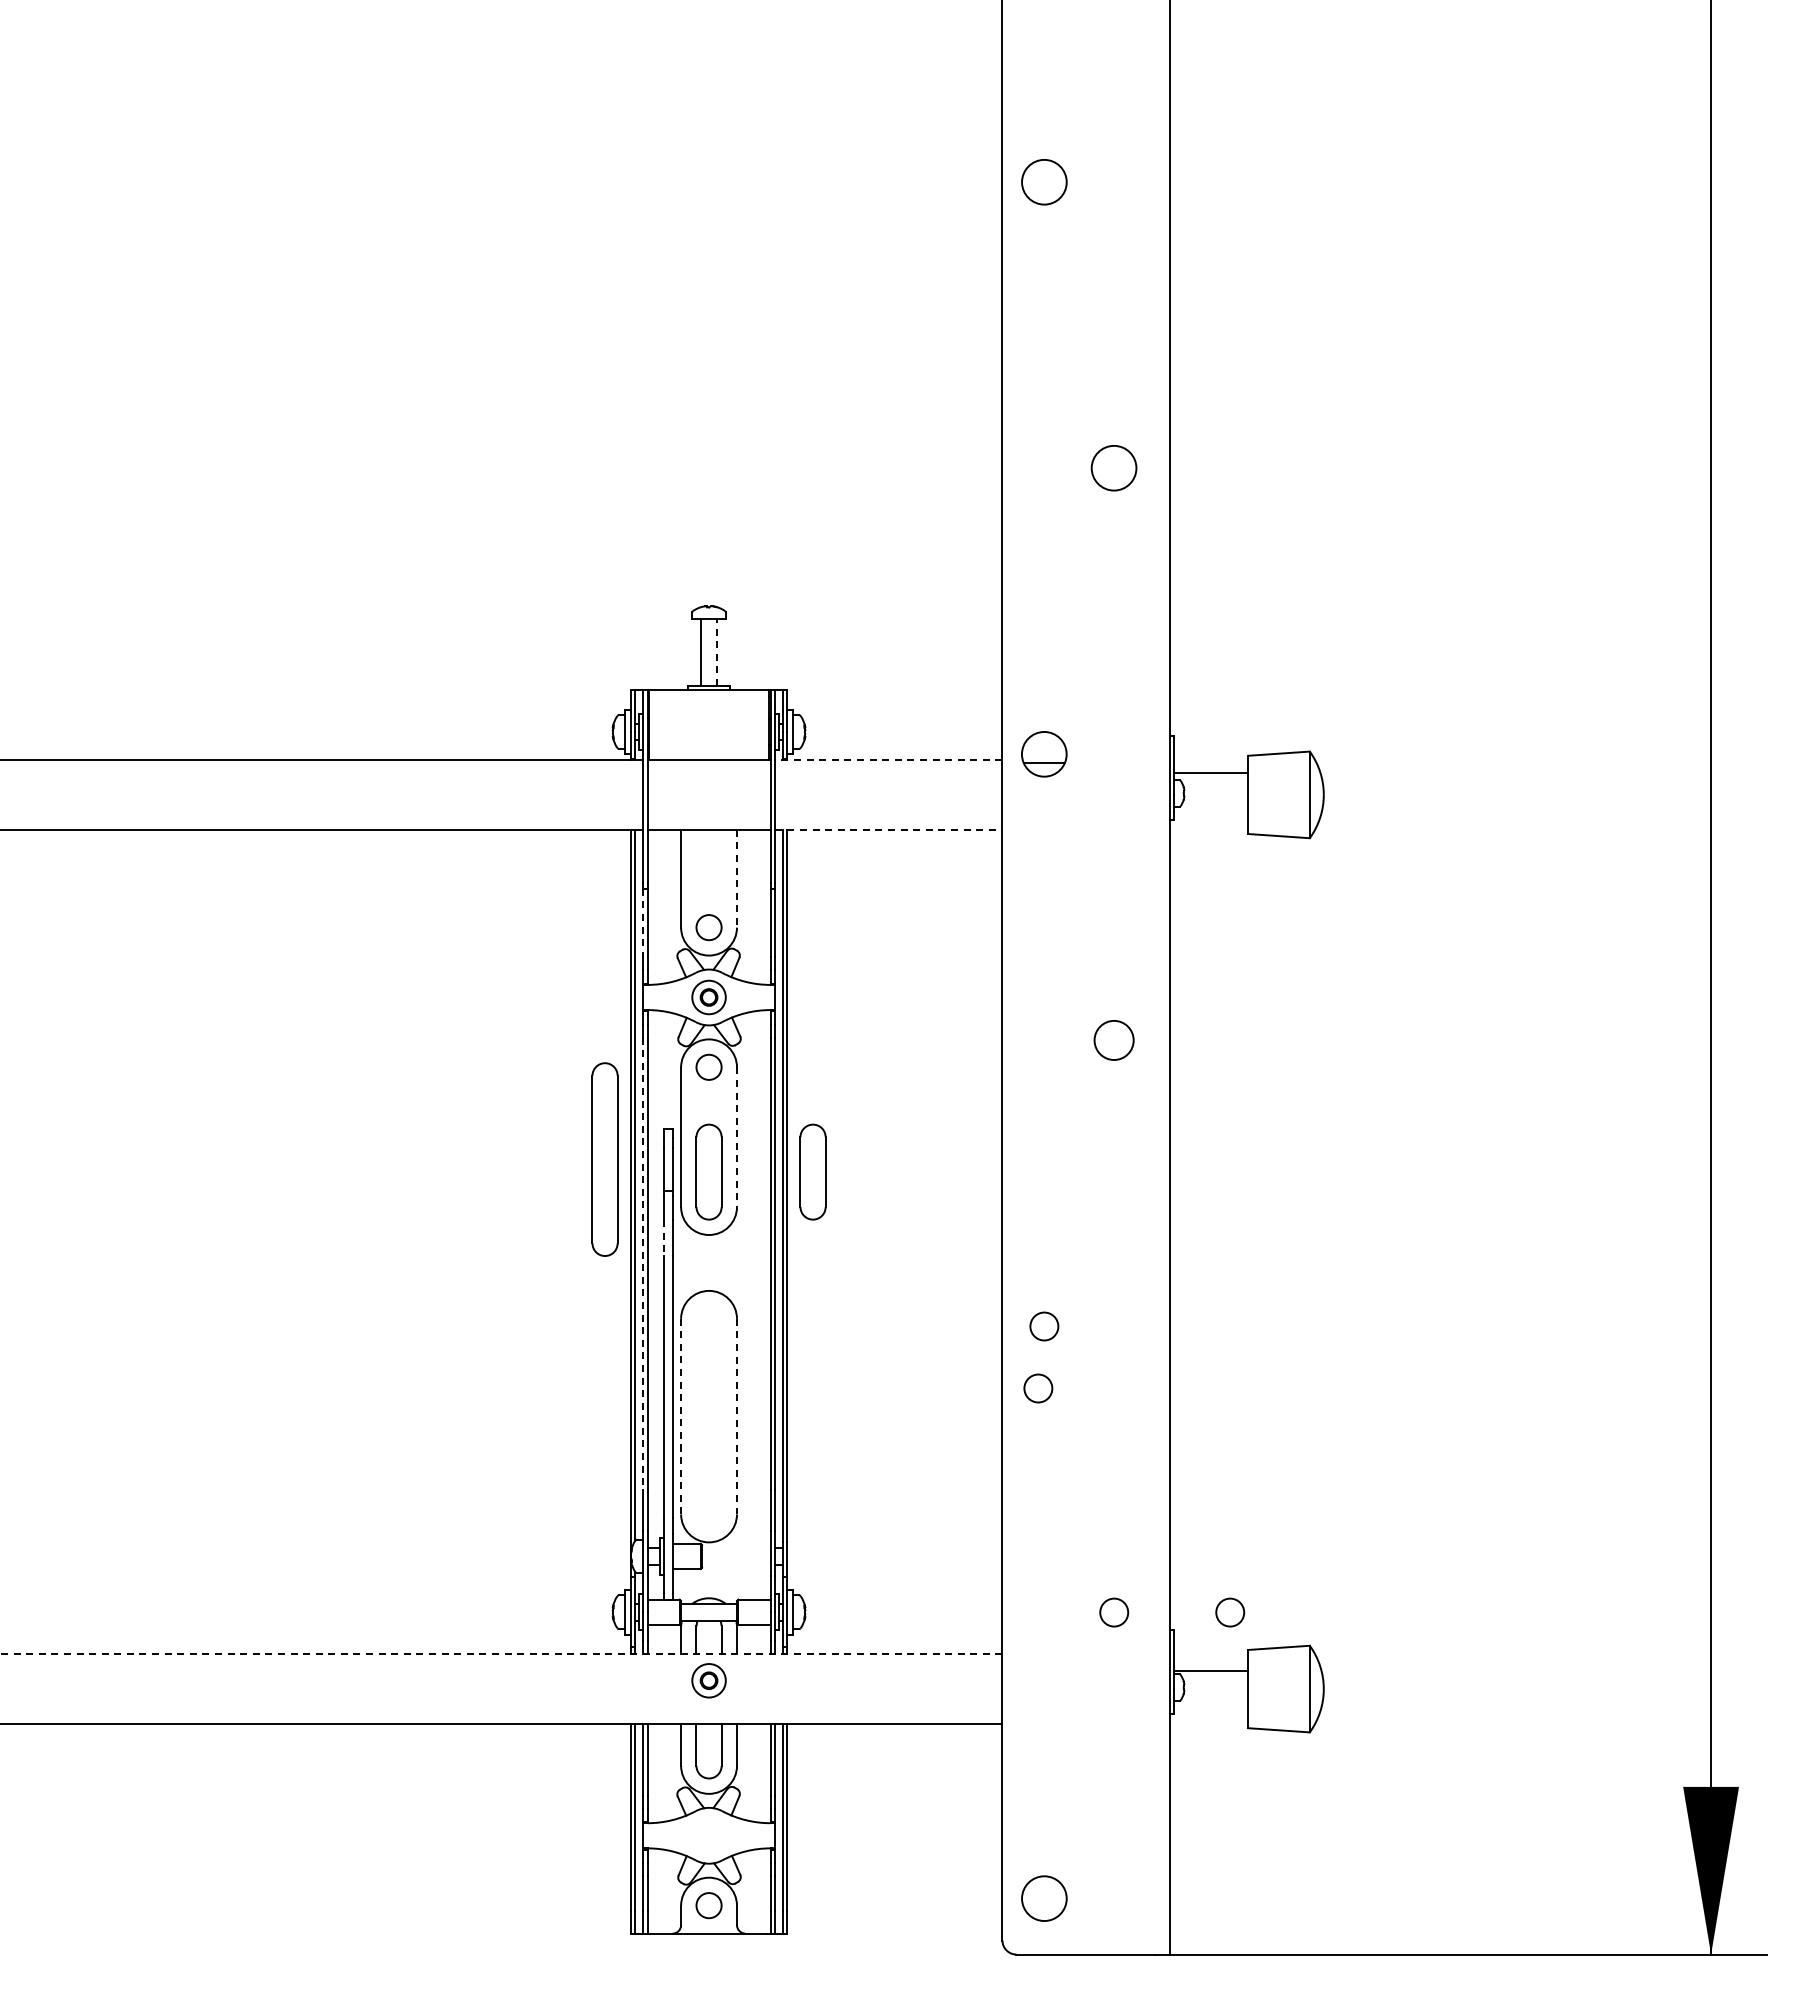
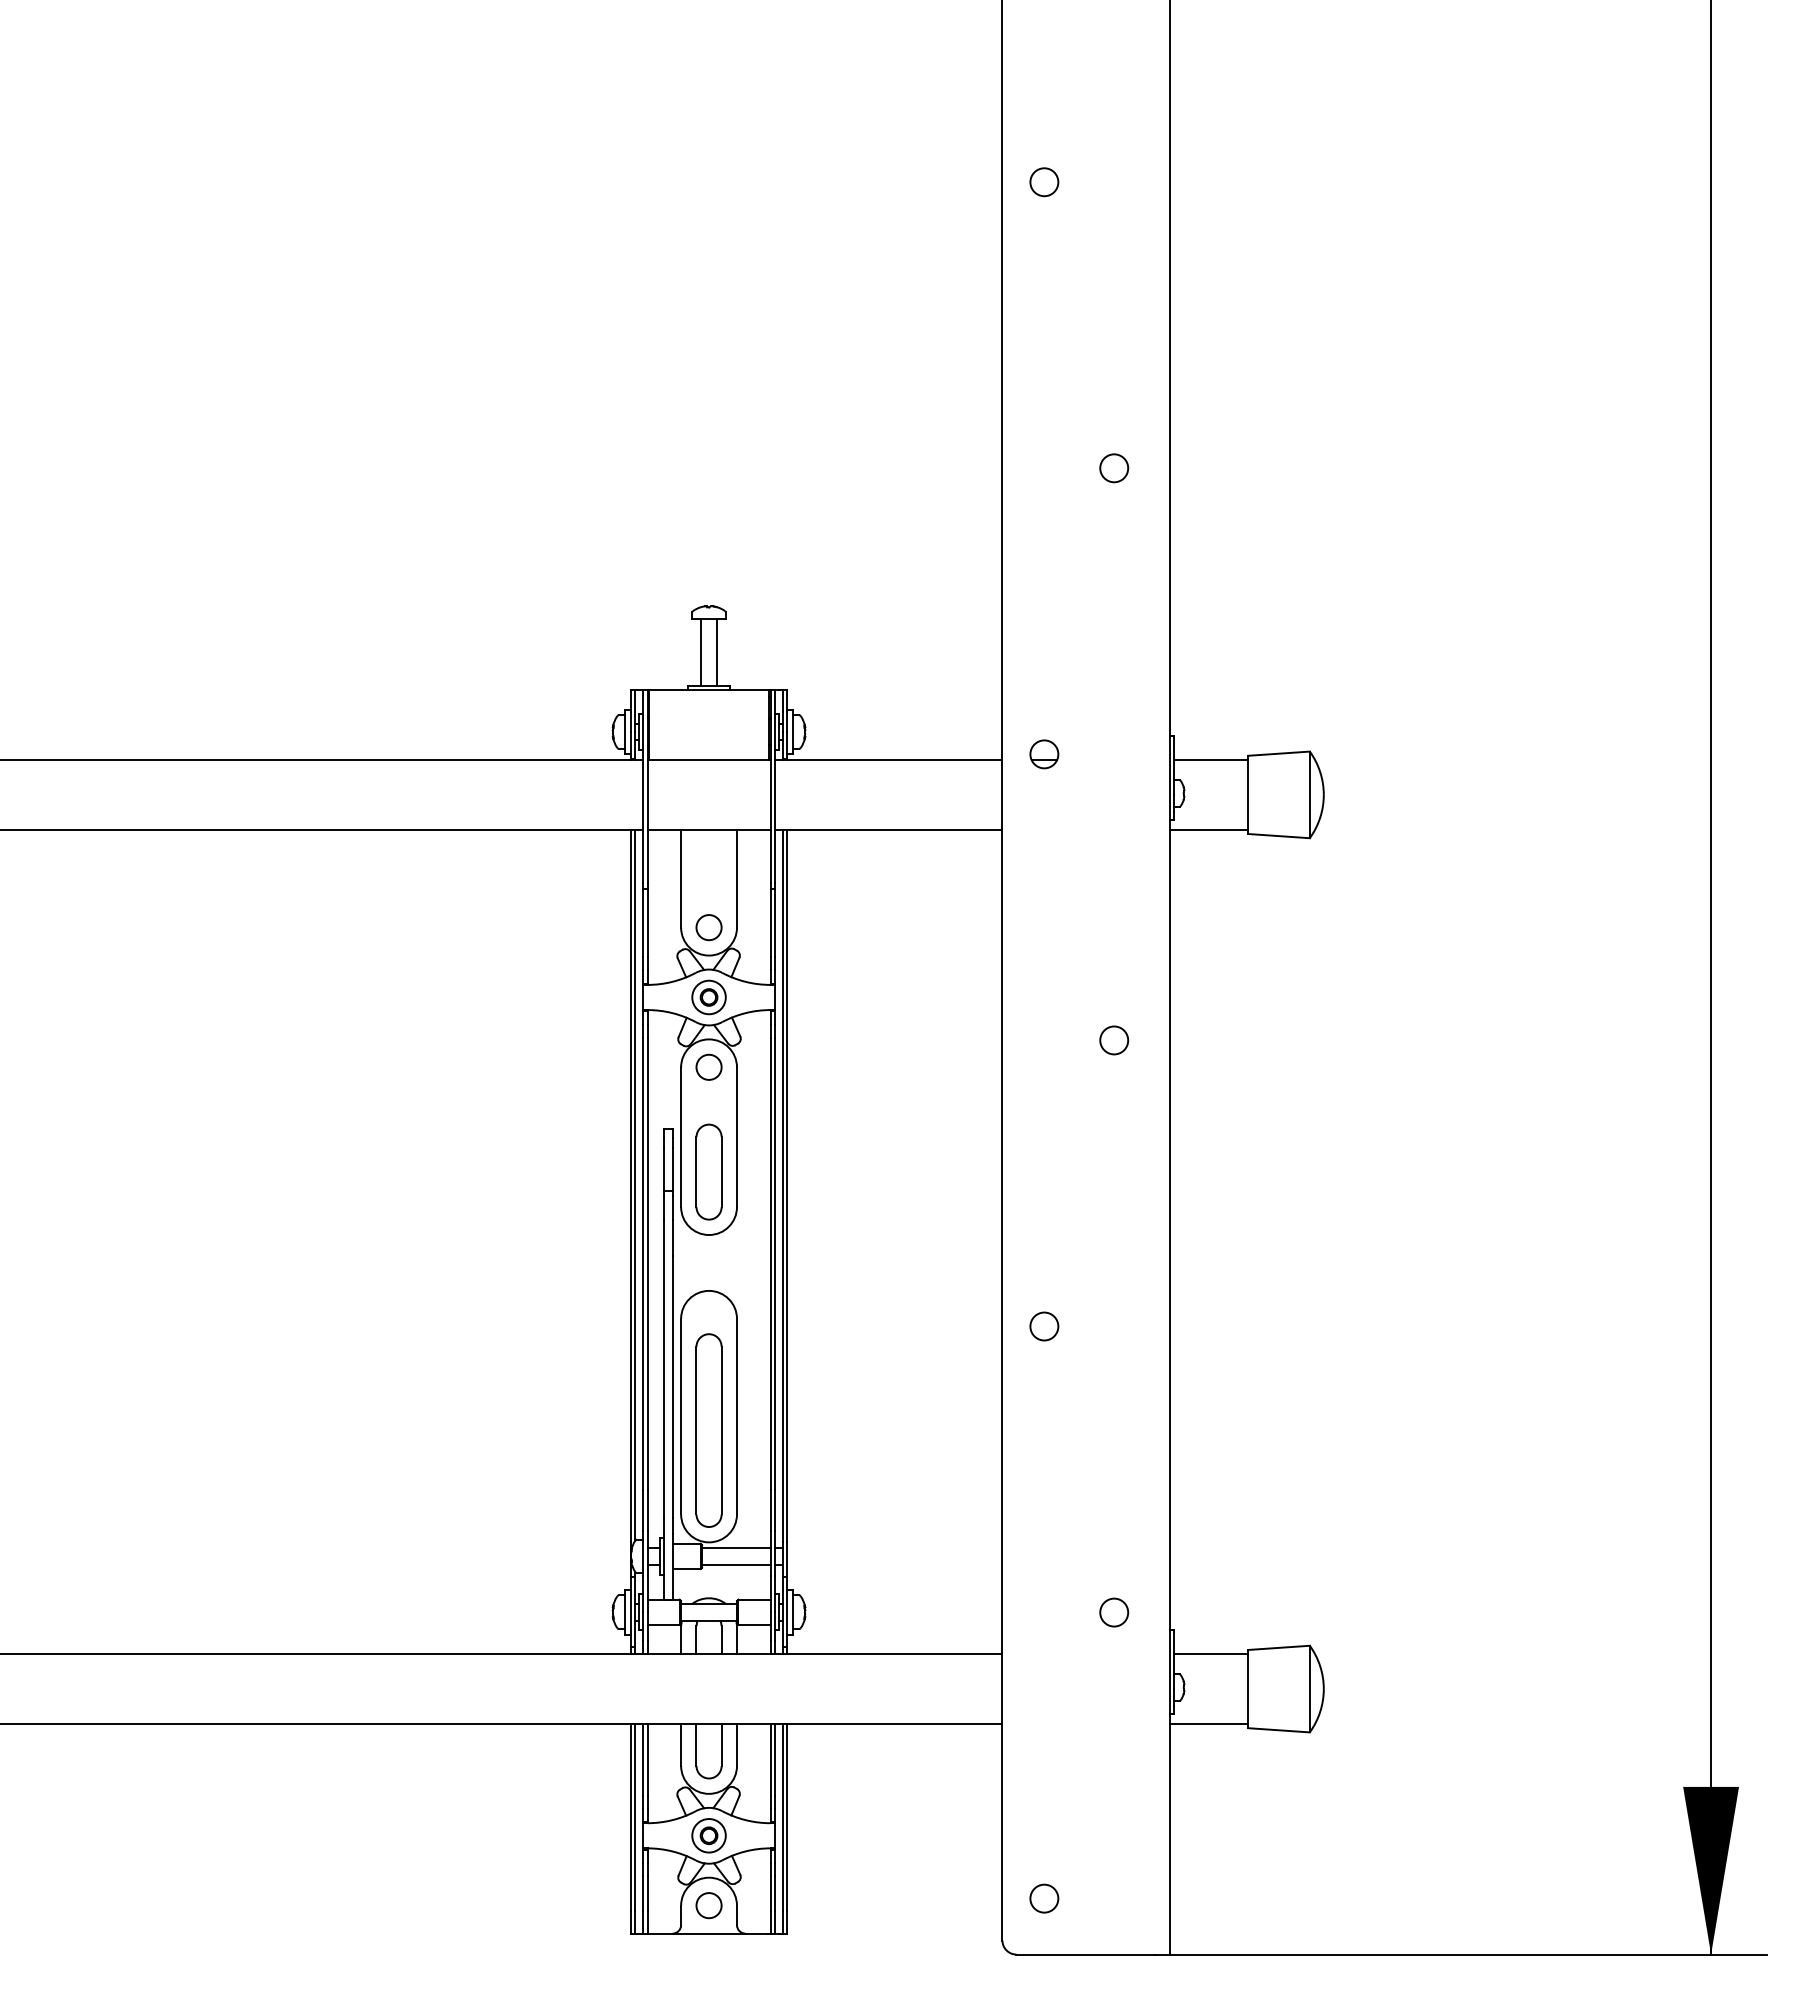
circle at (1044, 181) diameter: 45 px -> 28 px
circle at (1113, 468) size: 48x47 px -> 31x31 px
line at (717, 652): dashed -> solid
part at (1044, 754) size: 47x47 px -> 31x31 px
line at (888, 759): dashed -> solid
line at (1211, 772) position: (1211, 772) -> (1211, 759)
line at (888, 829): dashed -> solid
line at (1209, 829): none -> present
line at (737, 878): dashed -> solid
line at (643, 923): dashed -> solid
circle at (1113, 1040) size: 42x41 px -> 31x31 px
line at (737, 1137): dashed -> solid
part at (604, 1159) position: (604, 1159) -> (708, 1430)
part at (812, 1171): present -> none
line at (664, 1238): dashed -> solid
line at (643, 1263): dashed -> solid
circle at (1038, 1388): present -> none
line at (681, 1416): dashed -> solid
line at (737, 1416): dashed -> solid
line at (736, 1547): none -> present
line at (736, 1564): none -> present
circle at (1230, 1612): present -> none
line at (501, 1654): dashed -> solid
line at (1211, 1671) position: (1211, 1671) -> (1211, 1654)
part at (708, 1680) position: (708, 1680) -> (708, 1835)
line at (1209, 1724): none -> present
circle at (1044, 1898) diameter: 45 px -> 28 px
